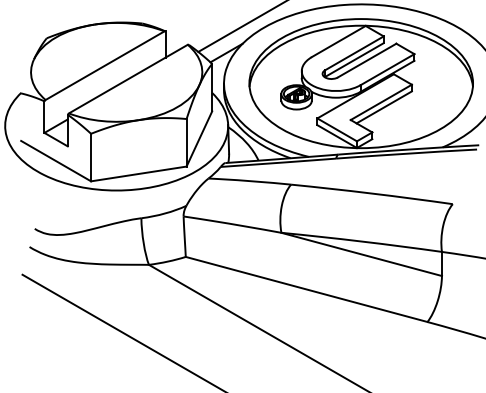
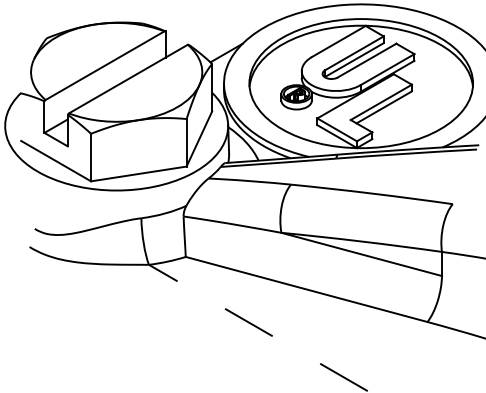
line at (241, 26): present -> none
line at (259, 328): solid -> dashed
line at (121, 331): present -> none
